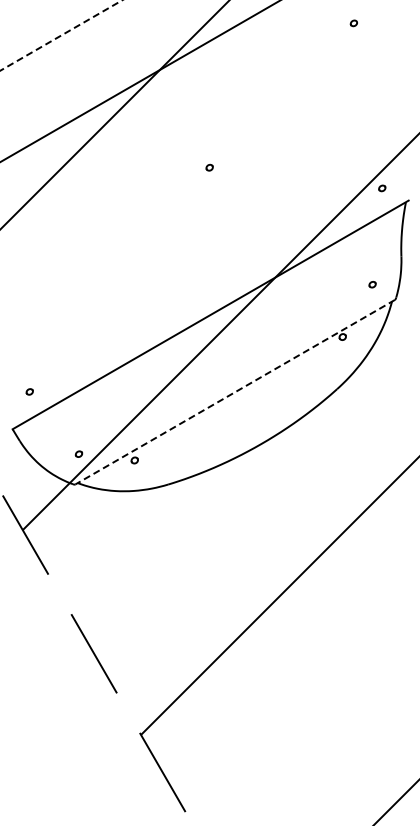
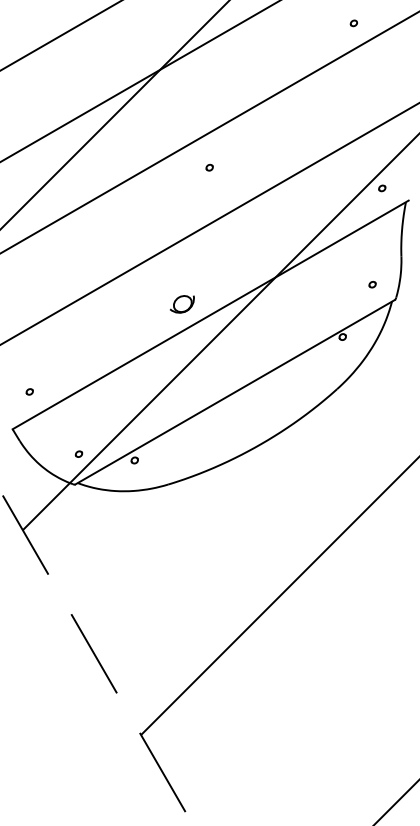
line at (61, 35): dashed -> solid
line at (209, 132): none -> present
line at (209, 223): none -> present
part at (182, 304): none -> present
line at (235, 392): dashed -> solid
